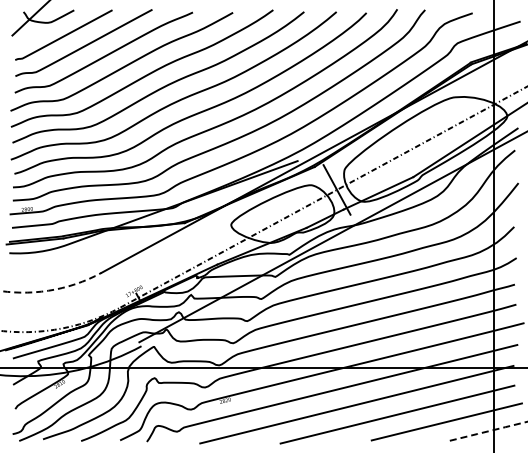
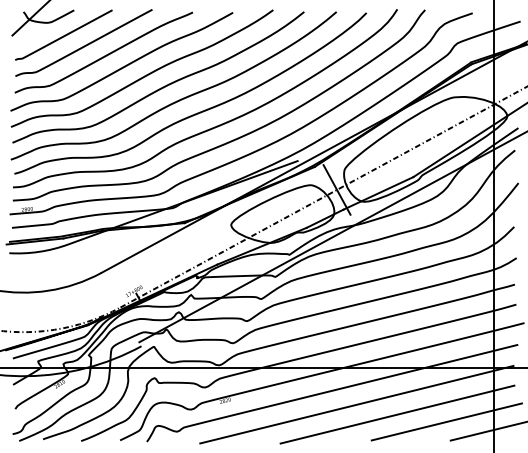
arc at (54, 289): dashed -> solid
line at (489, 431): dashed -> solid
